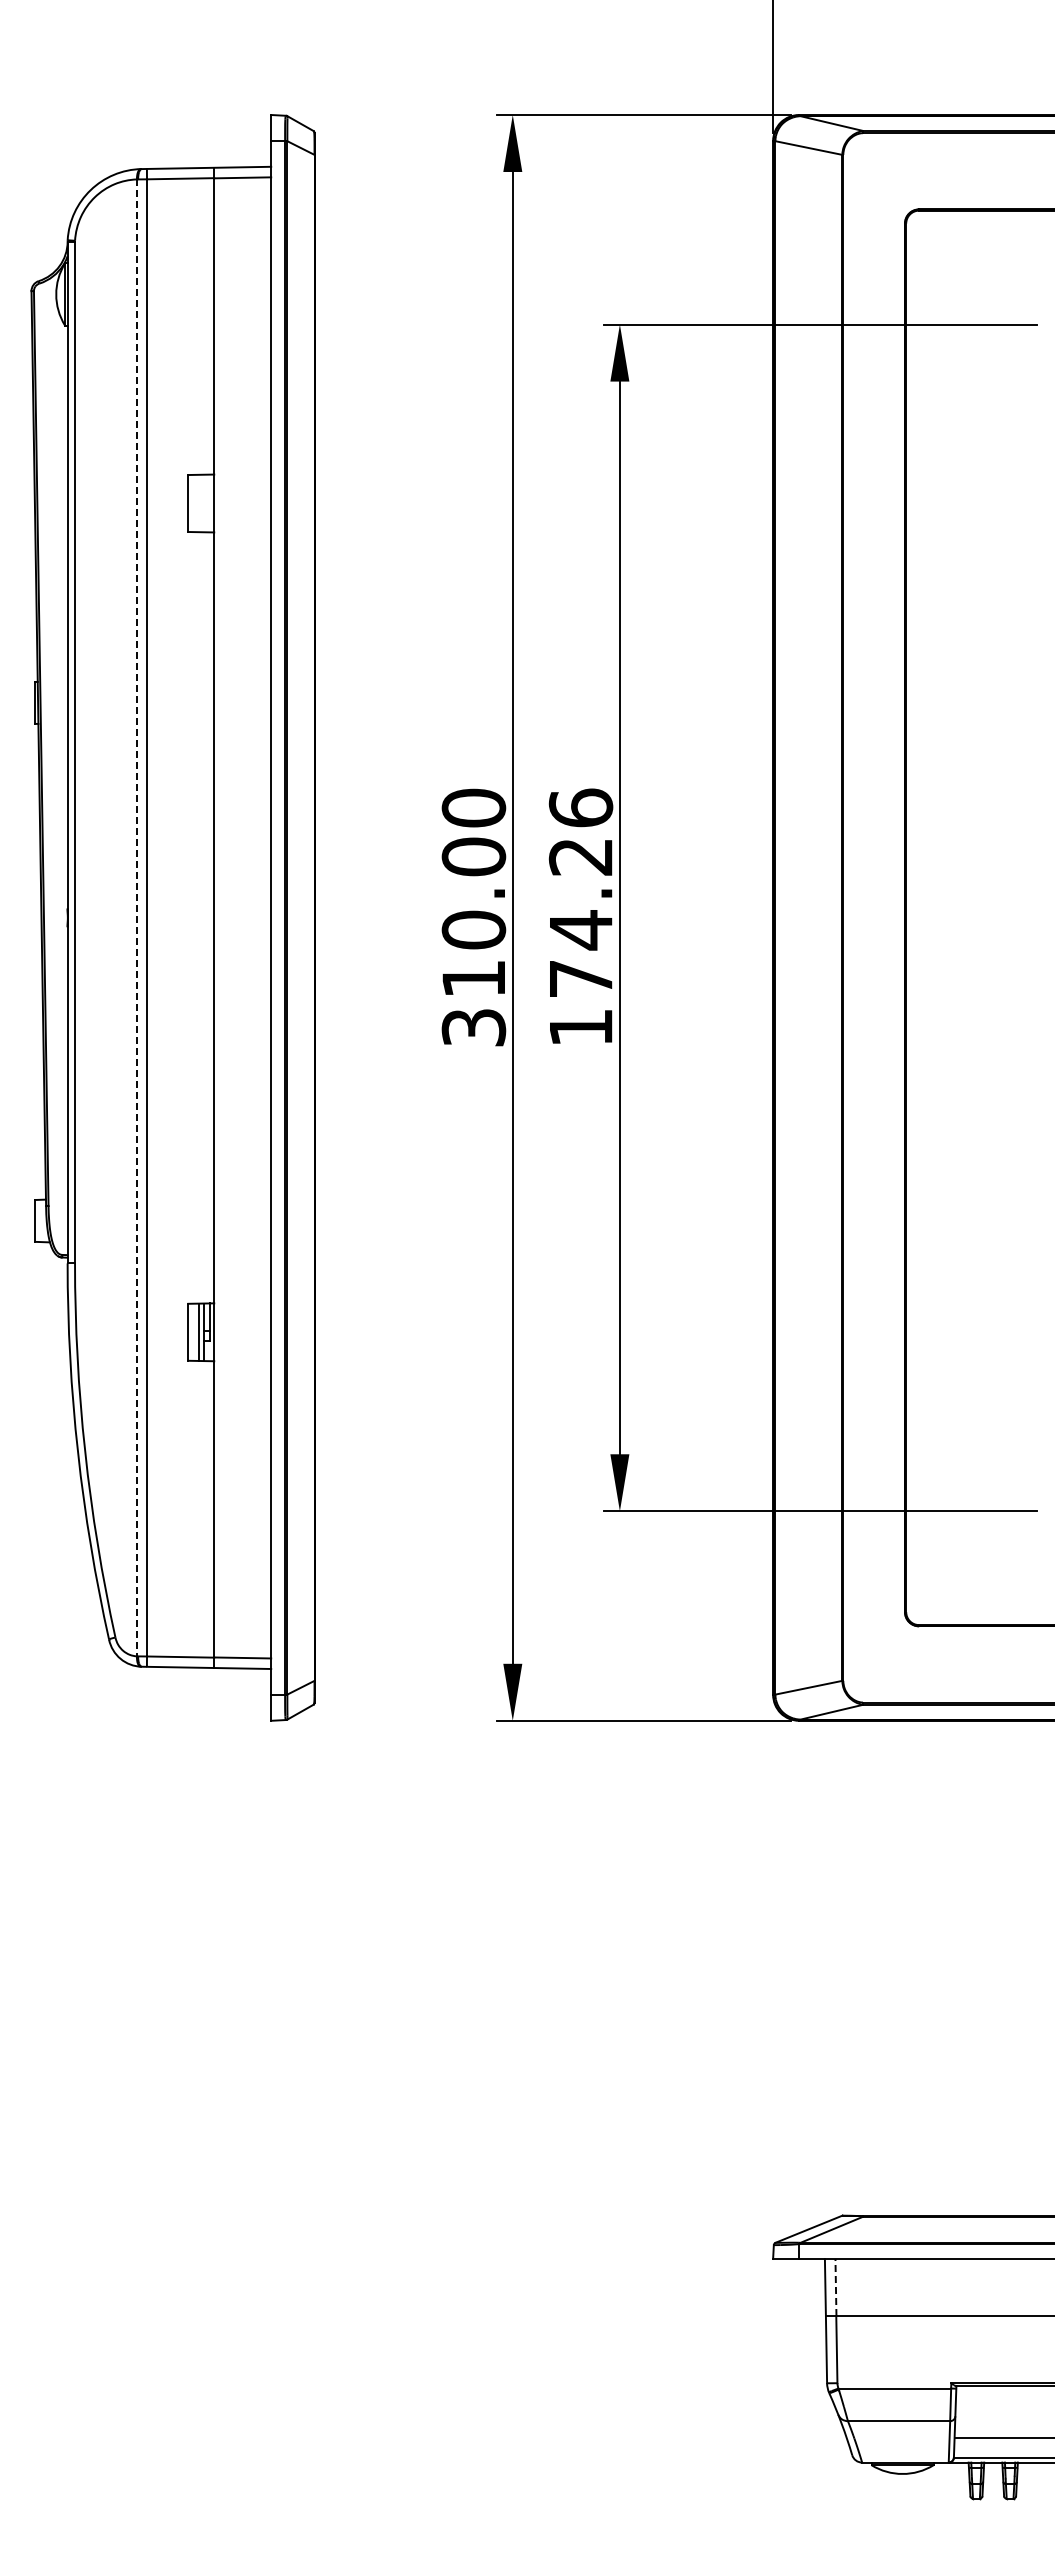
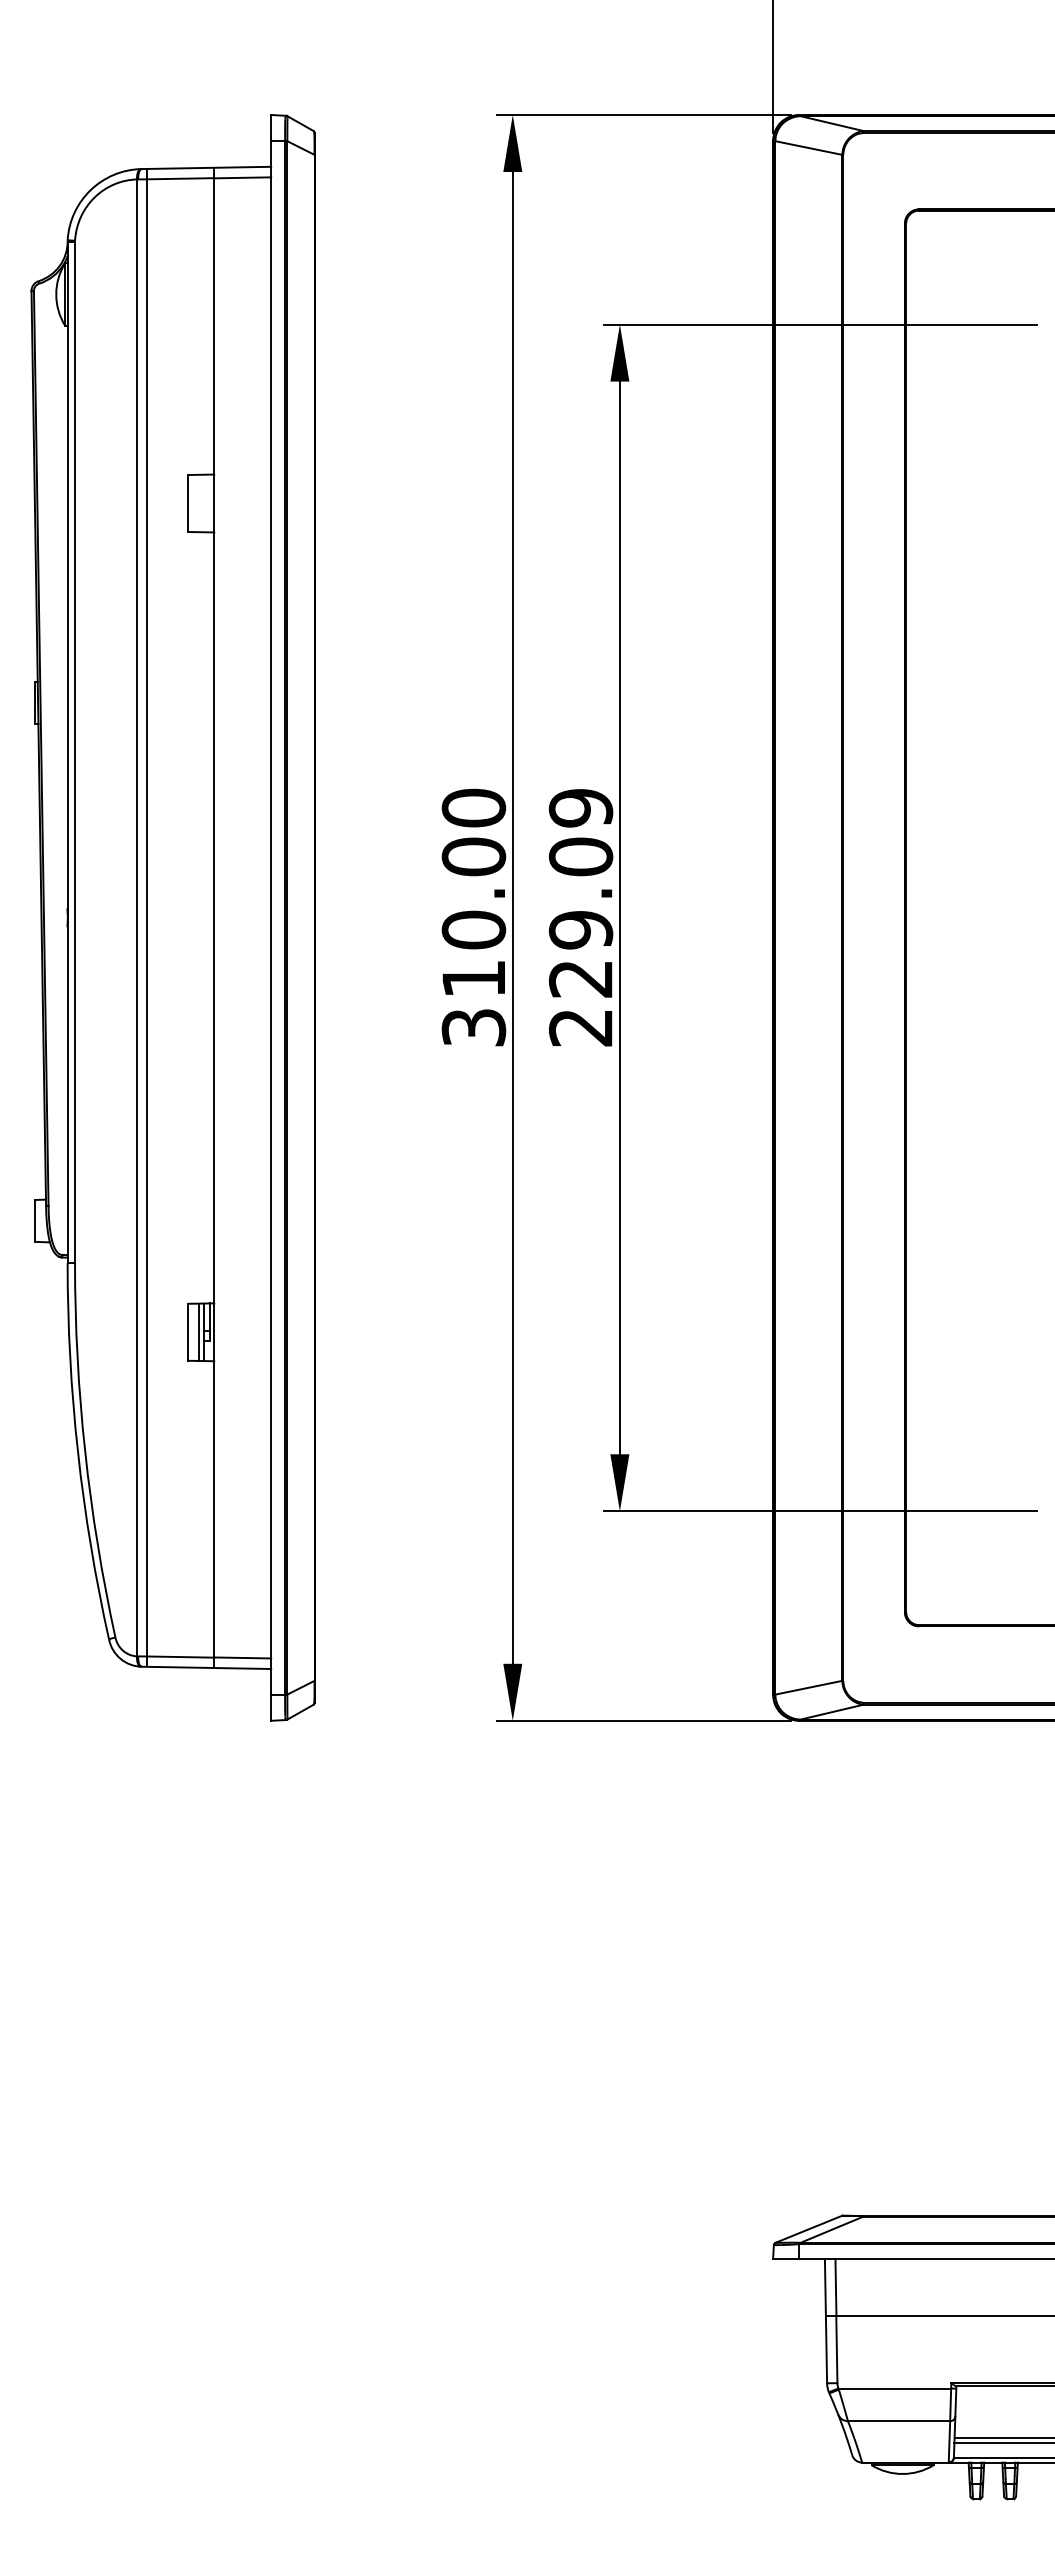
text at (580, 917): 174.26 -> 229.09
line at (136, 918): dashed -> solid
line at (835, 2287): dashed -> solid
line at (1002, 2443): none -> present
